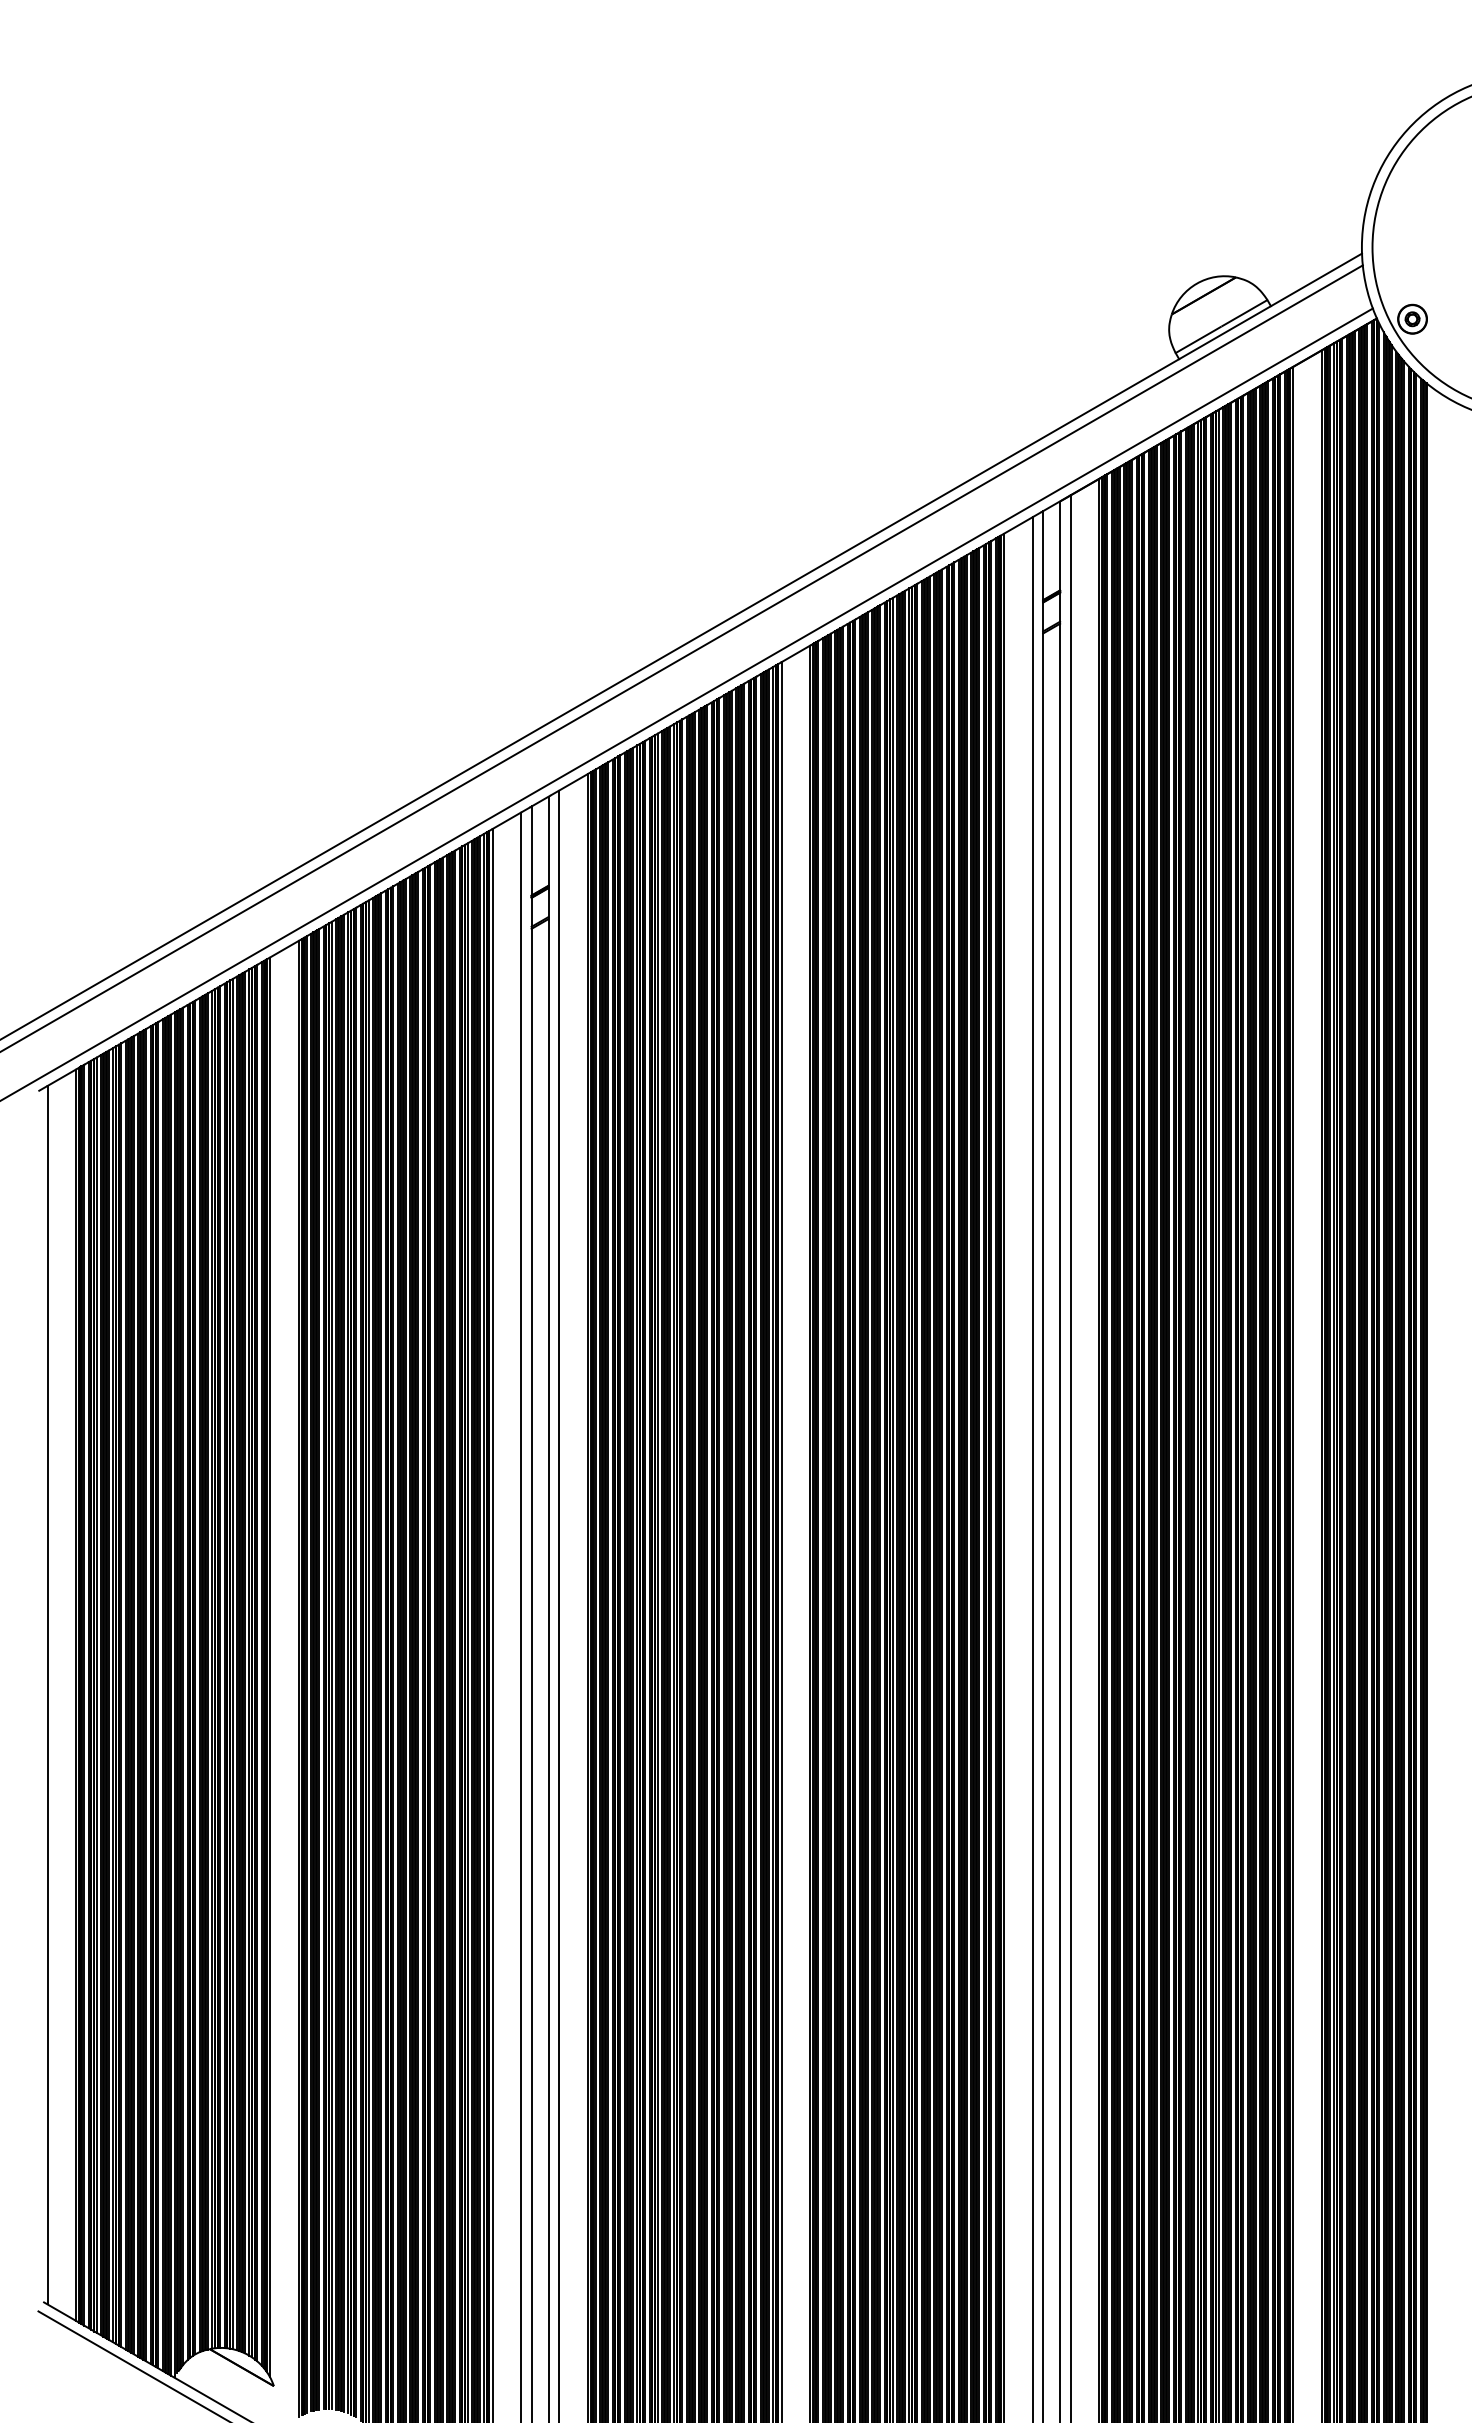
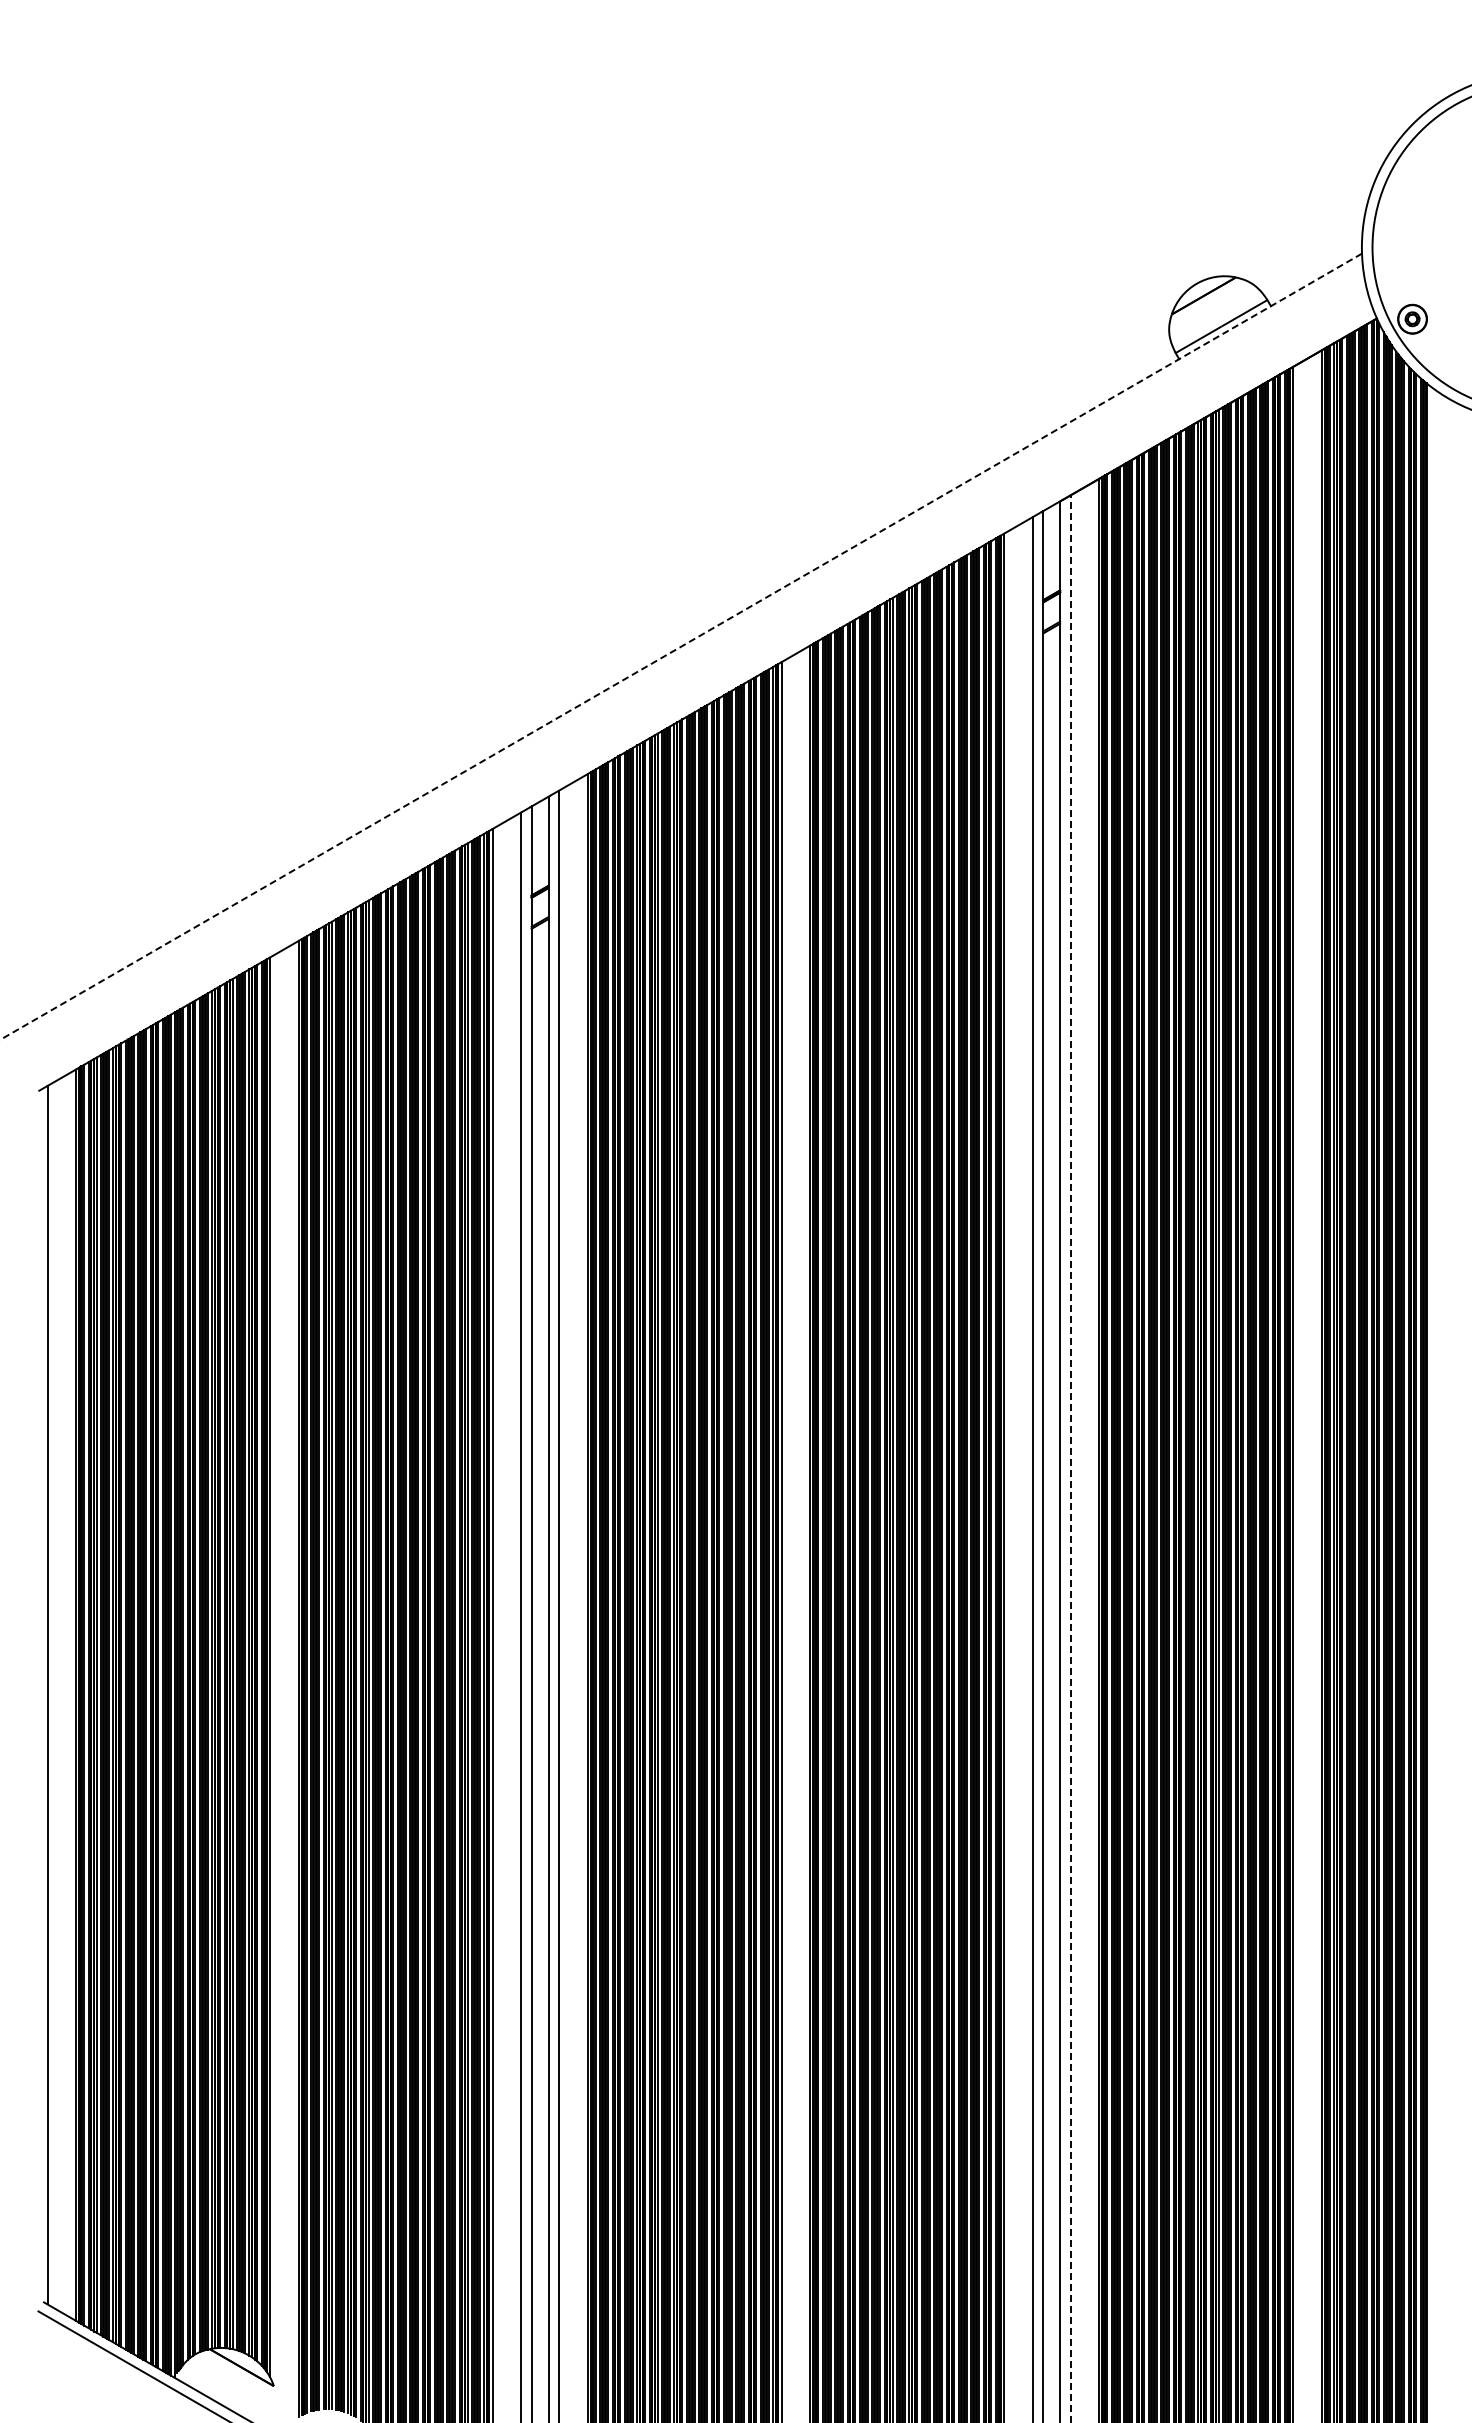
line at (680, 647): solid -> dashed
line at (682, 657): present -> none
line at (687, 703): present -> none
line at (1070, 1459): solid -> dashed
